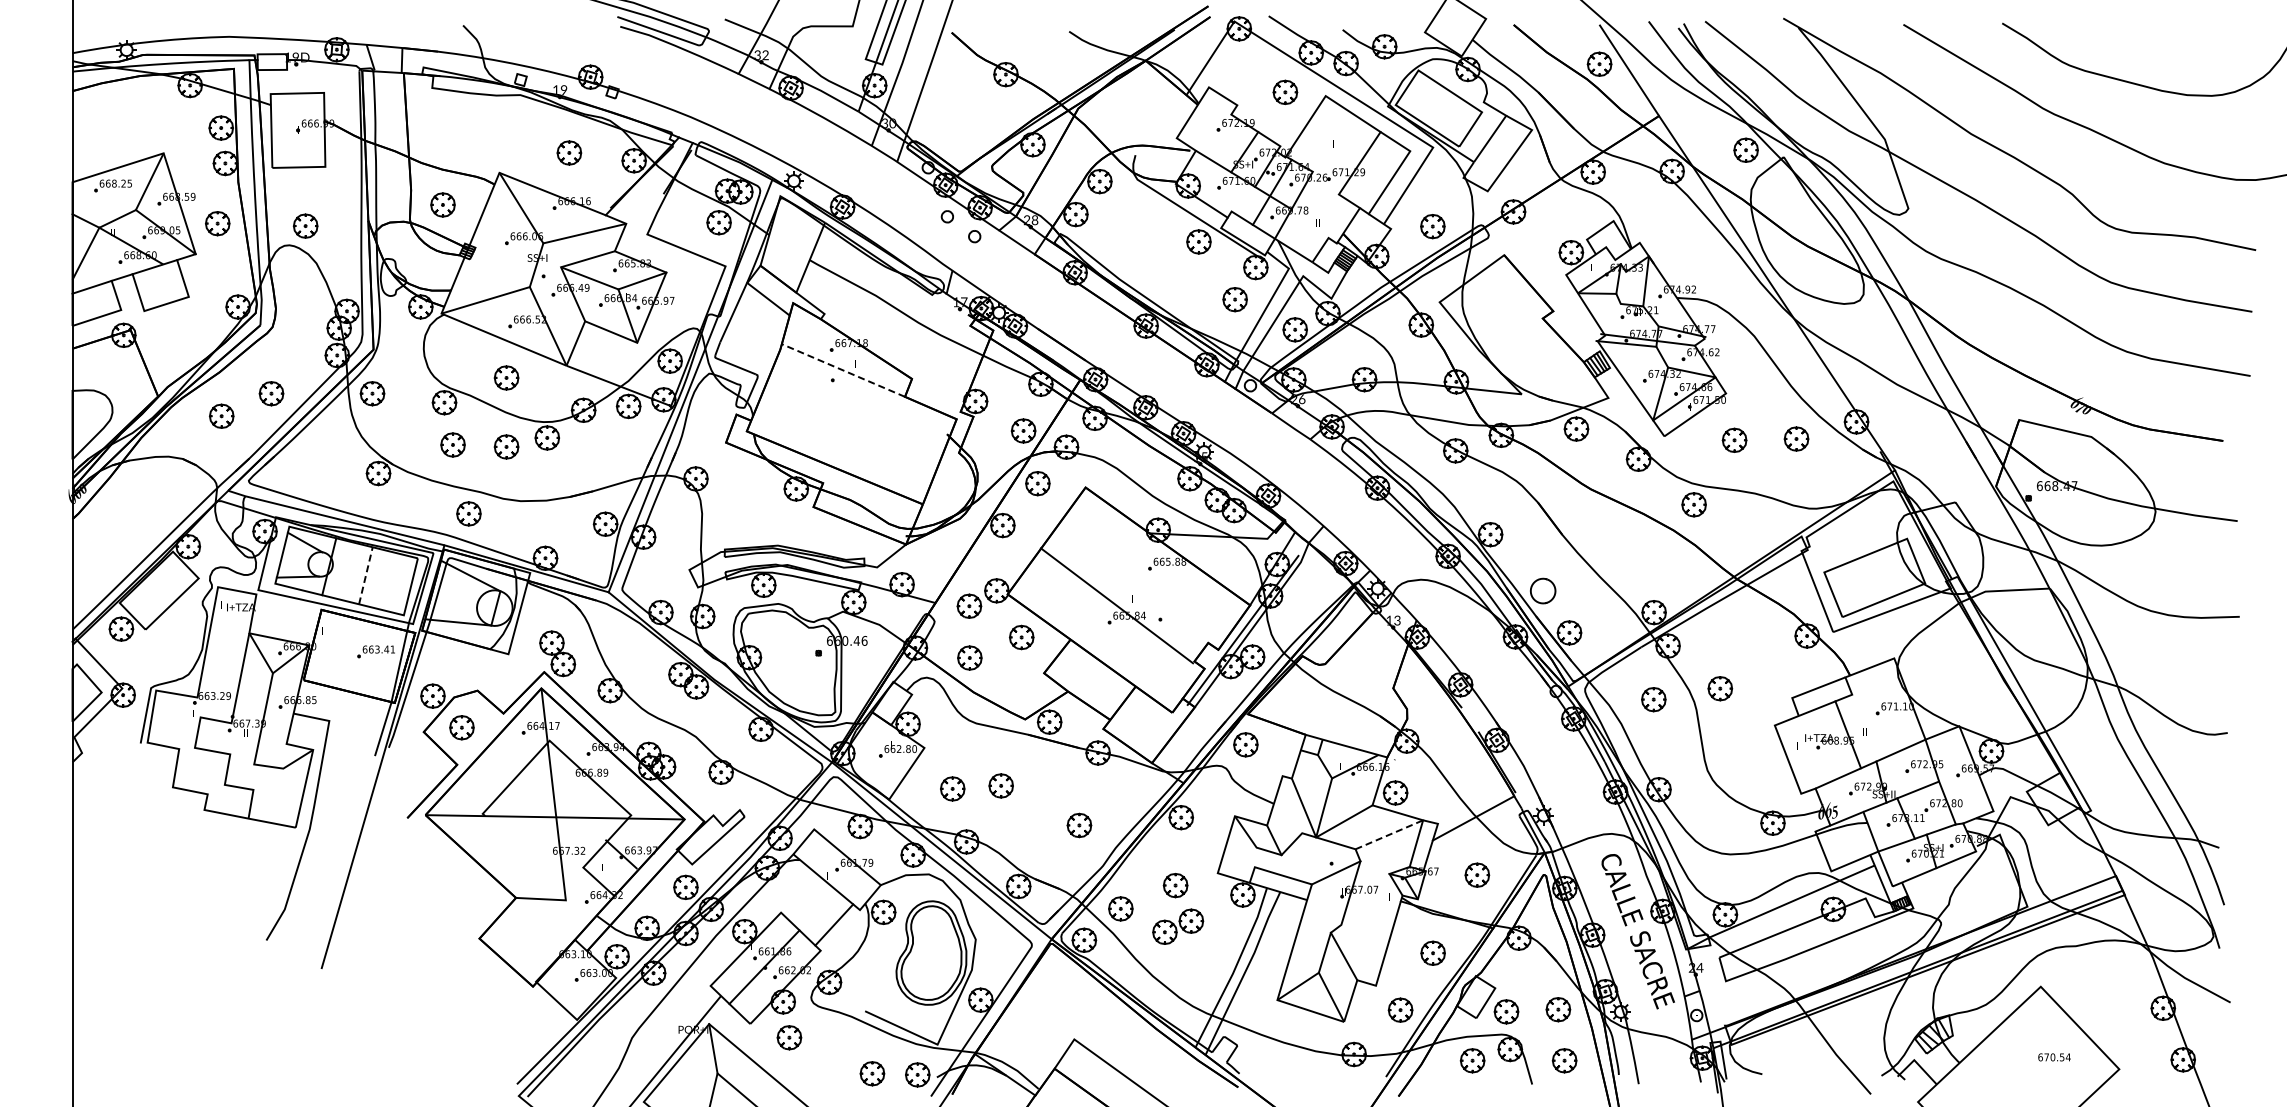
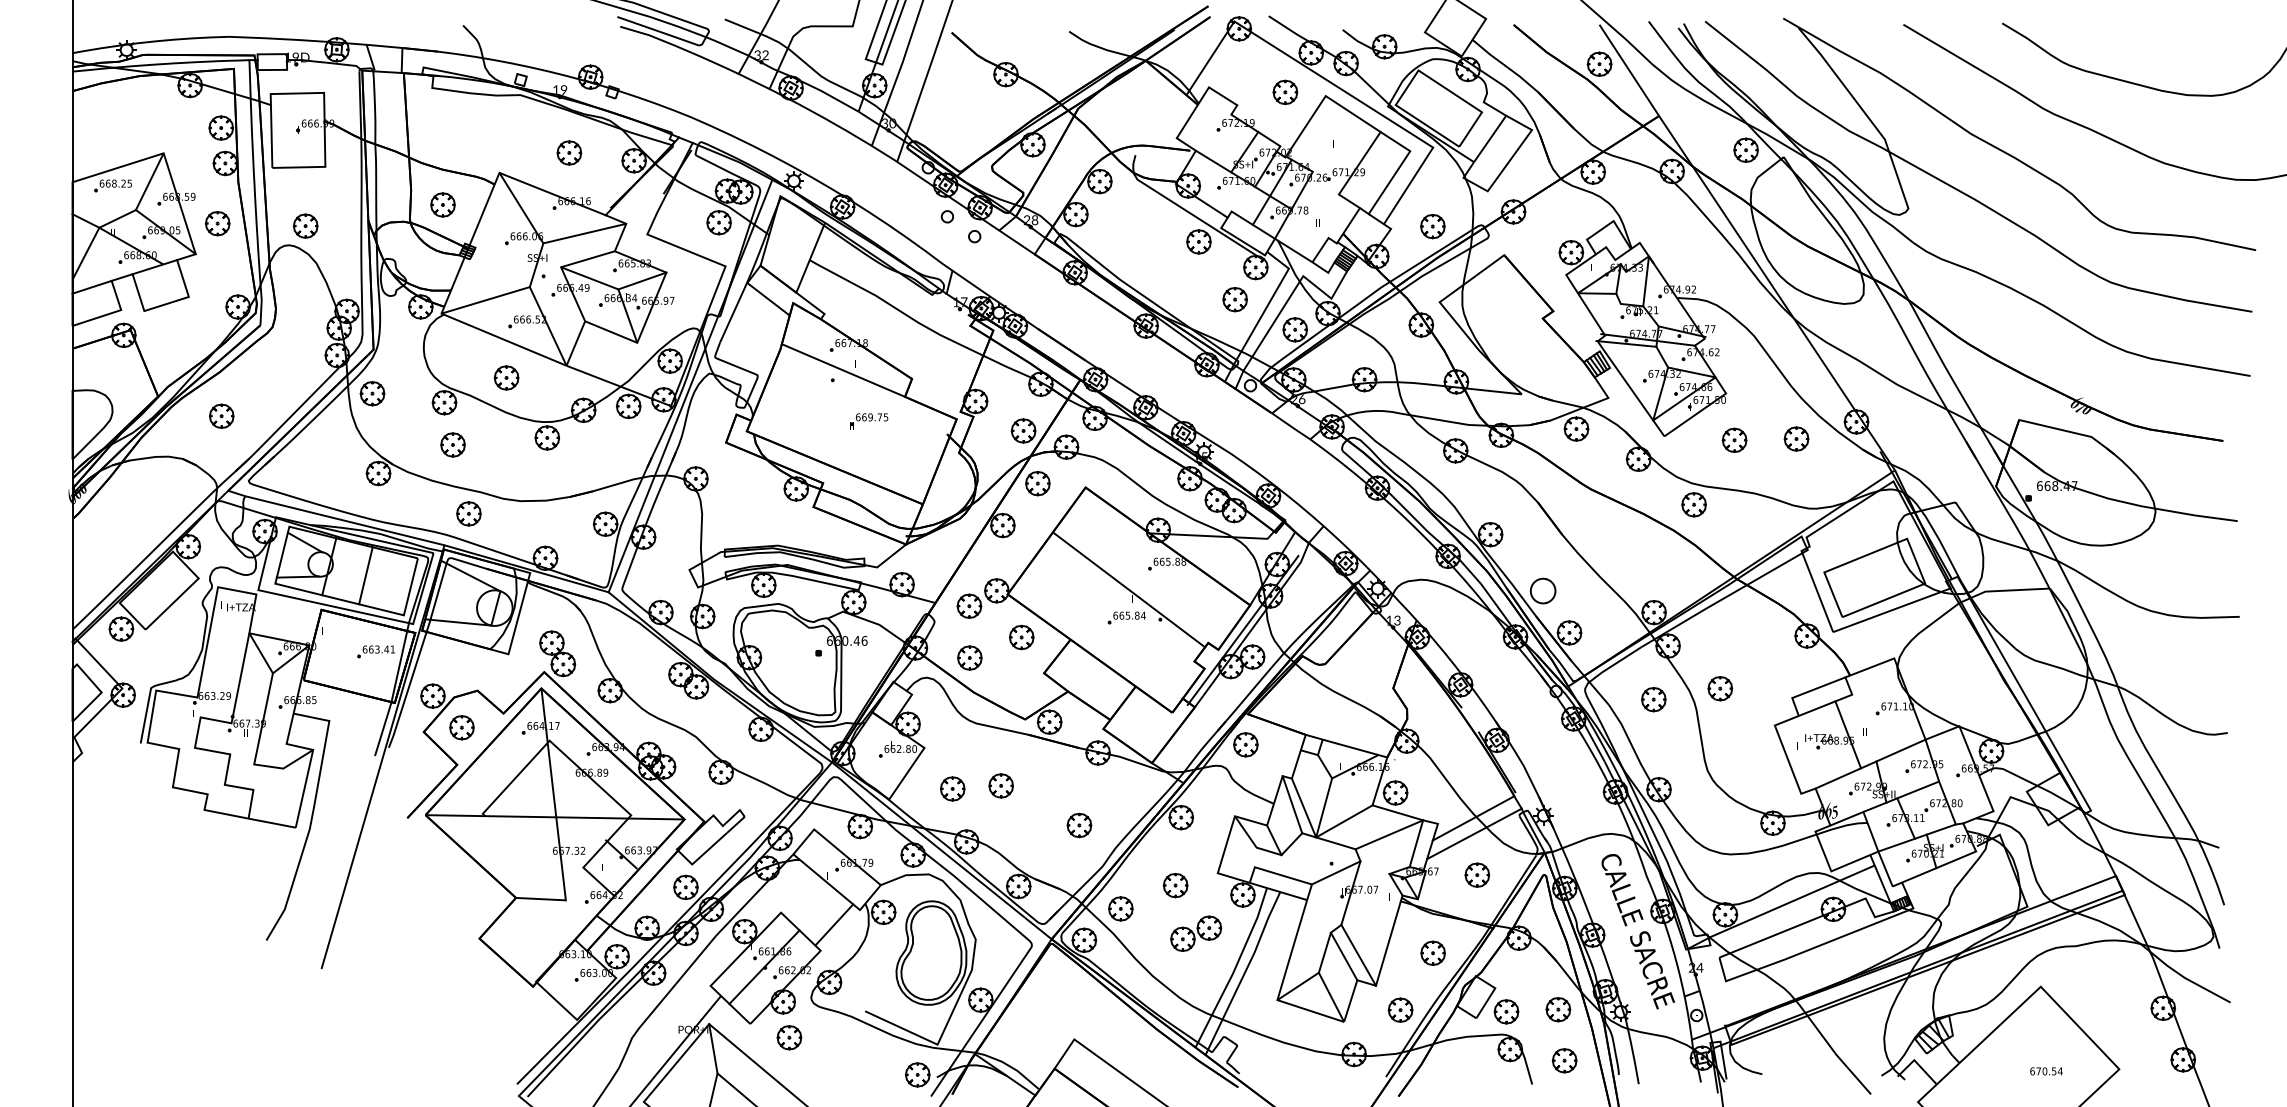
line at (843, 370): dashed -> solid
part at (271, 393): present -> none
part at (869, 421): none -> present
part at (506, 446): present -> none
line at (366, 575): dashed -> solid
line at (1116, 605) position: (1116, 605) -> (1128, 589)
line at (1292, 804): none -> present
line at (1474, 833): none -> present
line at (1389, 834): dashed -> solid
part at (1178, 926) position: (1178, 926) -> (1196, 933)
line at (1358, 954): none -> present
text at (2054, 1057) position: (2054, 1057) -> (2046, 1071)
part at (1472, 1060): present -> none
part at (872, 1073): present -> none
